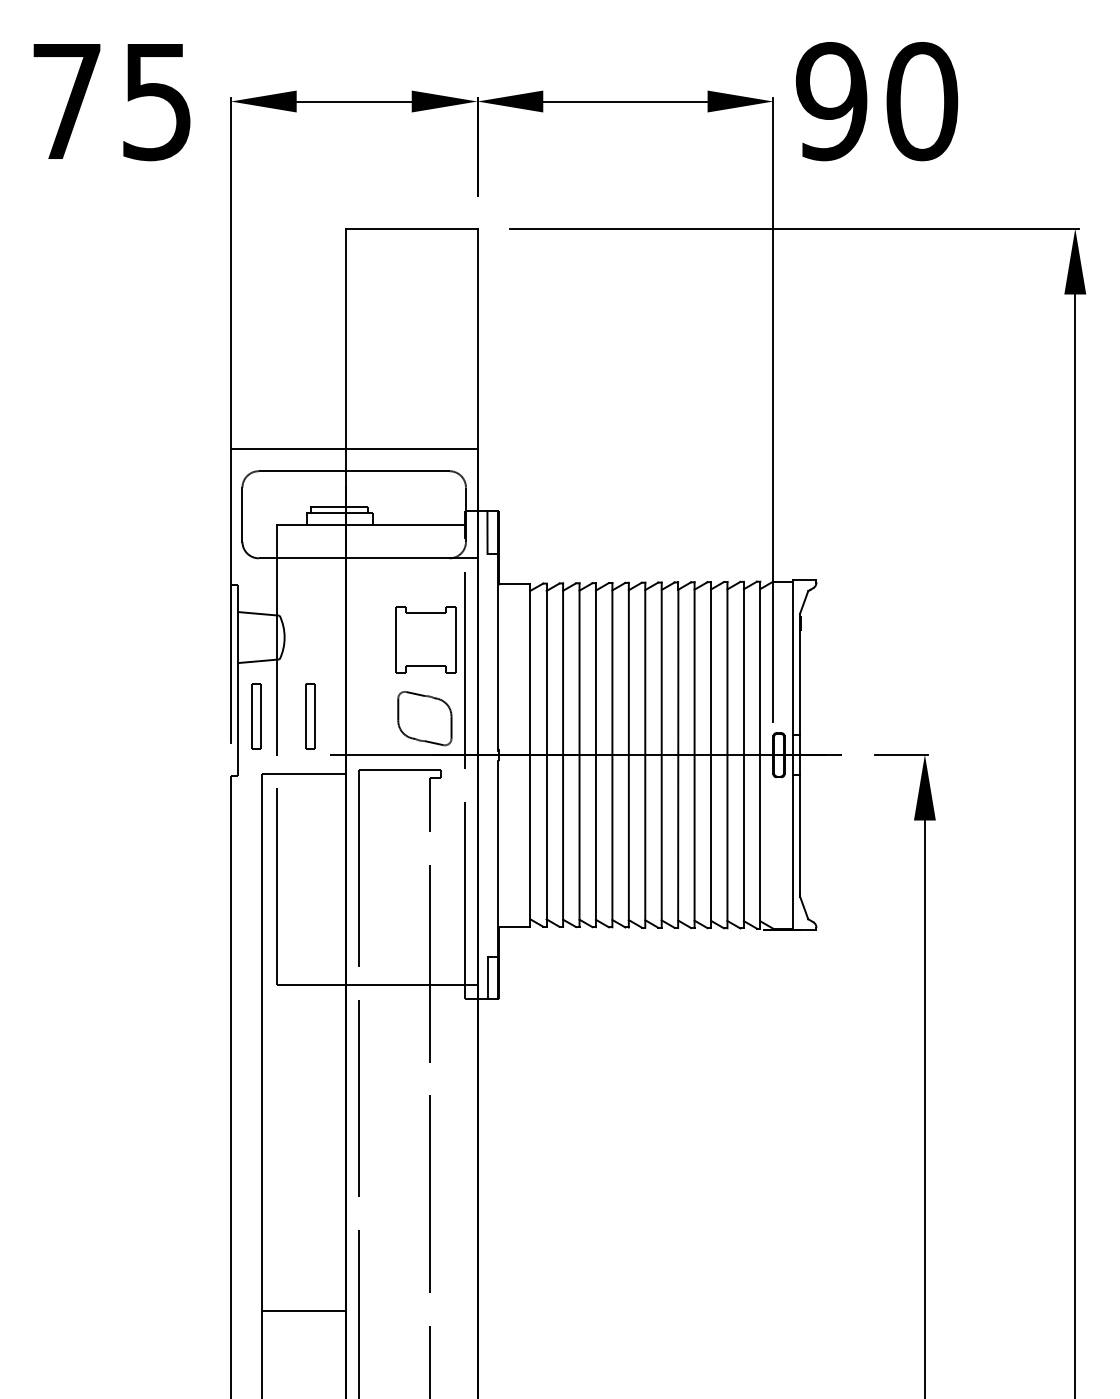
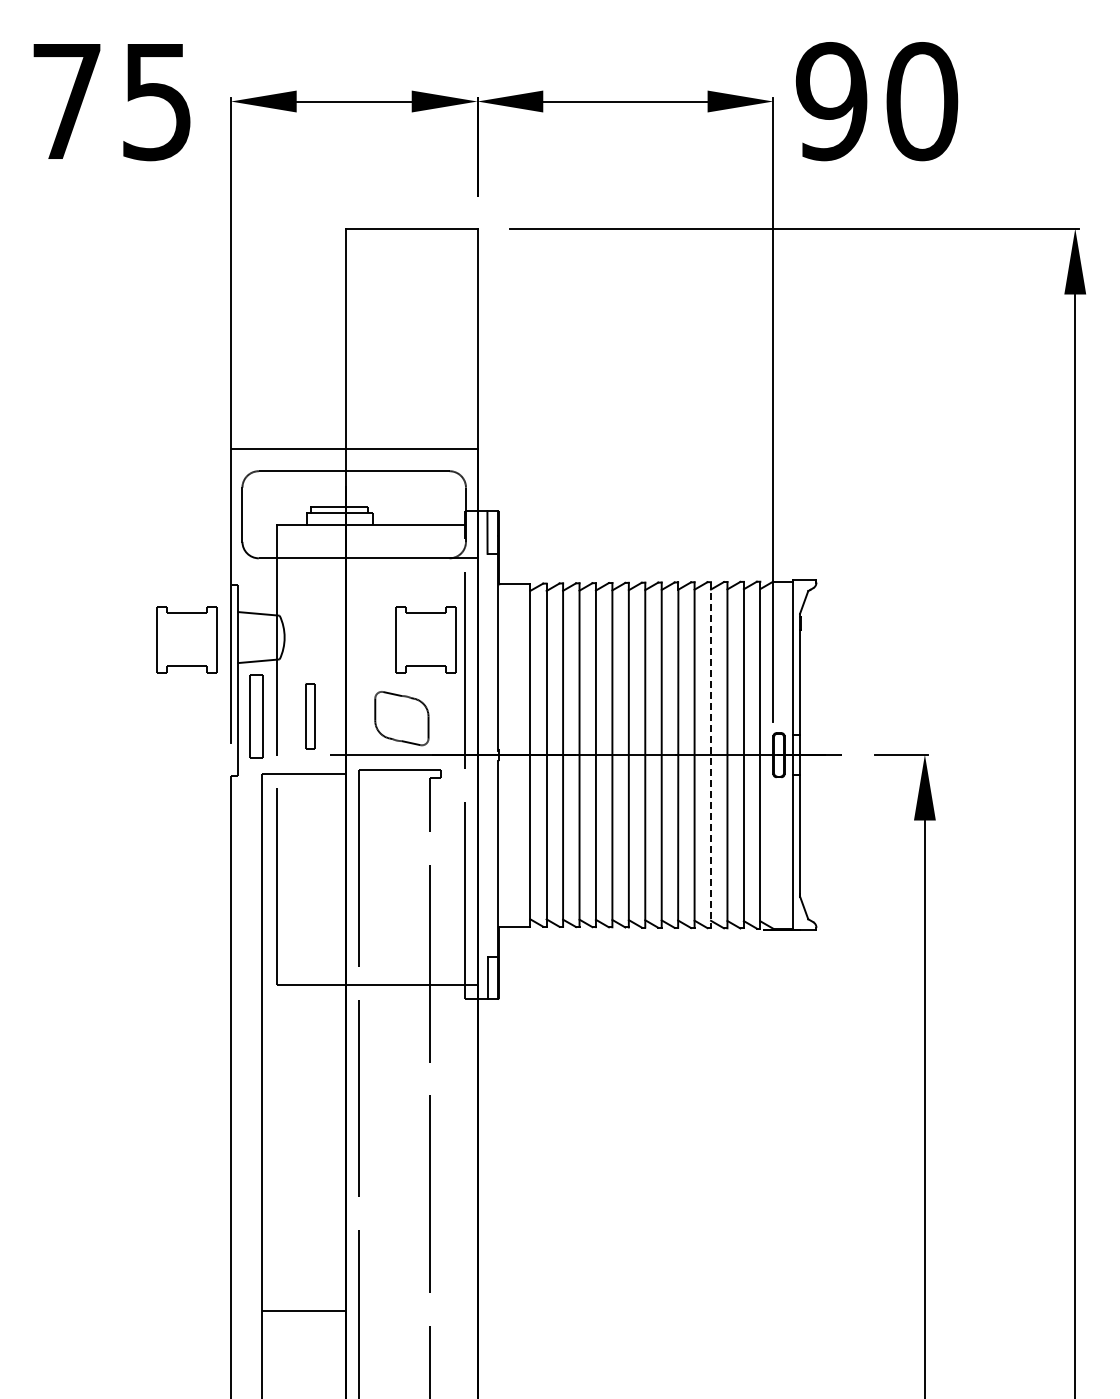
part at (186, 639): none -> present
part at (256, 716) size: 11x67 px -> 15x85 px
part at (424, 718) position: (424, 718) -> (401, 718)
line at (711, 755): solid -> dashed
